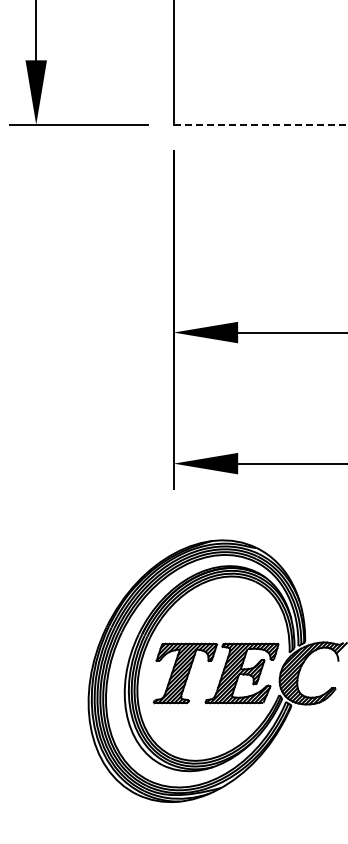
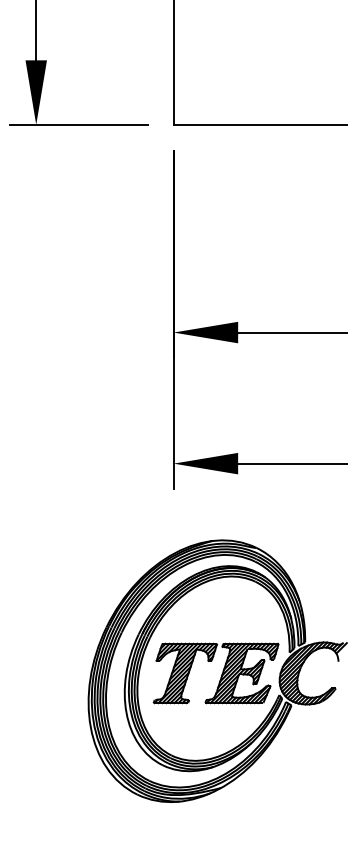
line at (260, 124): dashed -> solid
